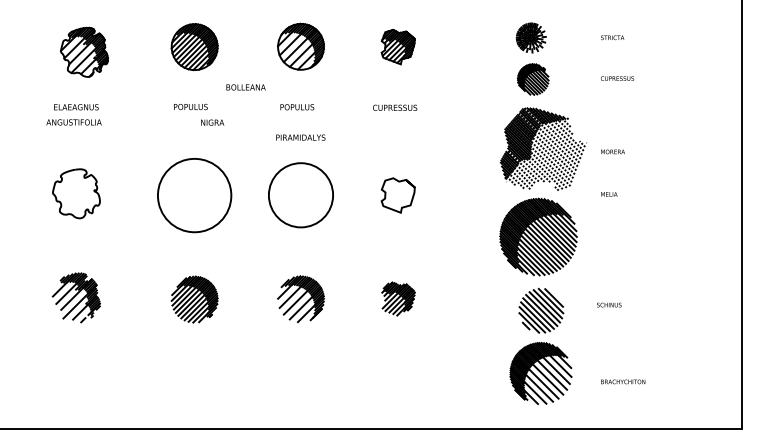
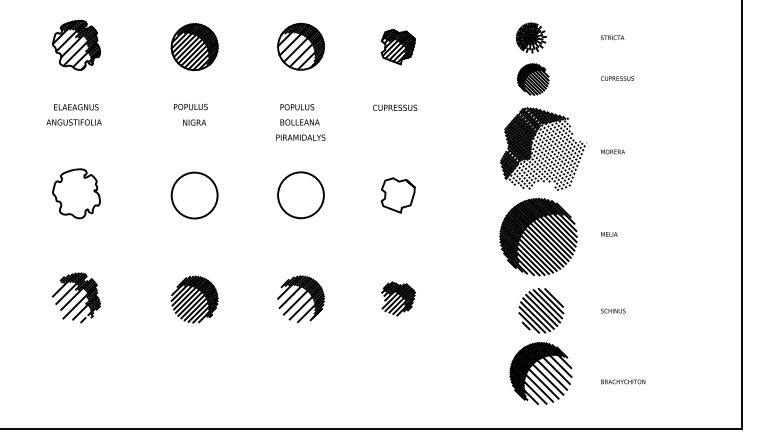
part at (84, 51) position: (84, 51) -> (76, 44)
text at (245, 87) position: (245, 87) -> (299, 122)
text at (212, 122) position: (212, 122) -> (194, 122)
text at (609, 194) position: (609, 194) -> (609, 234)
circle at (194, 195) diameter: 73 px -> 46 px
circle at (300, 195) diameter: 64 px -> 46 px
text at (609, 304) position: (609, 304) -> (613, 310)
